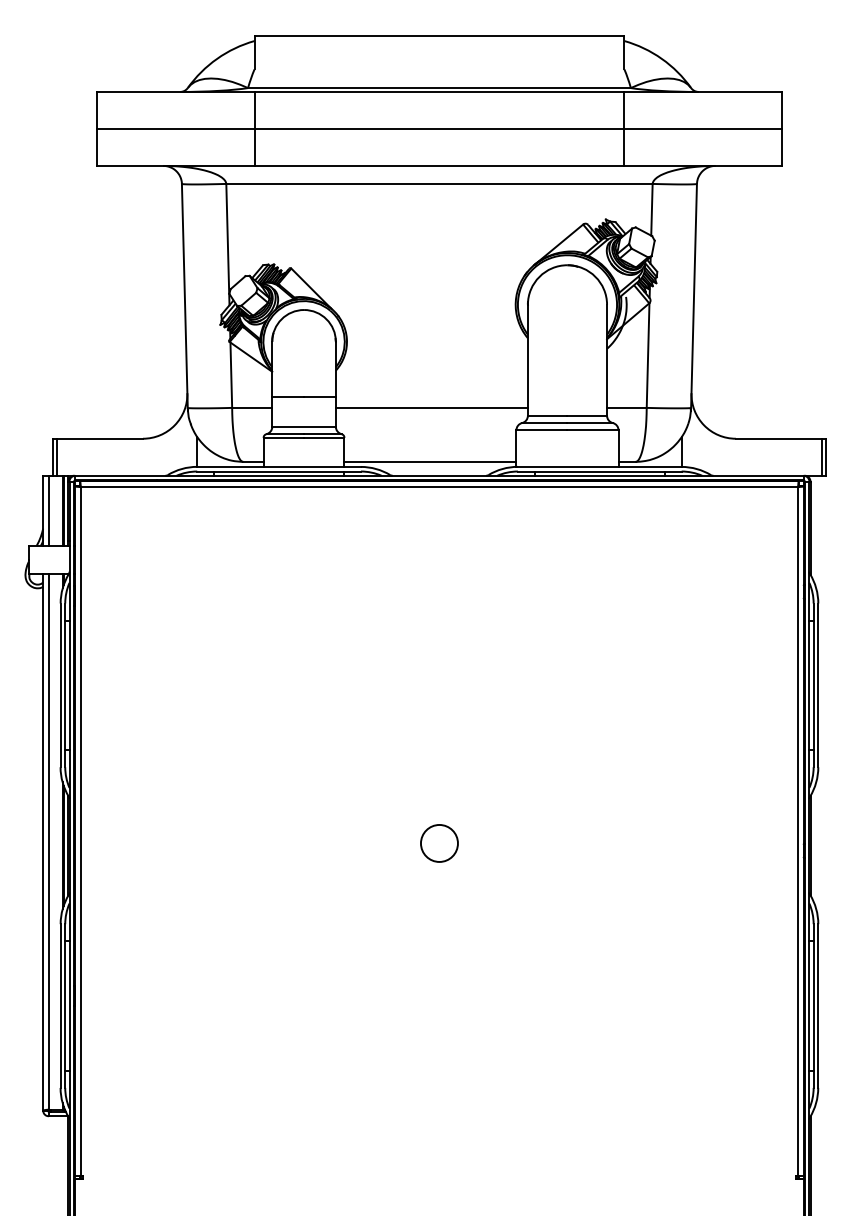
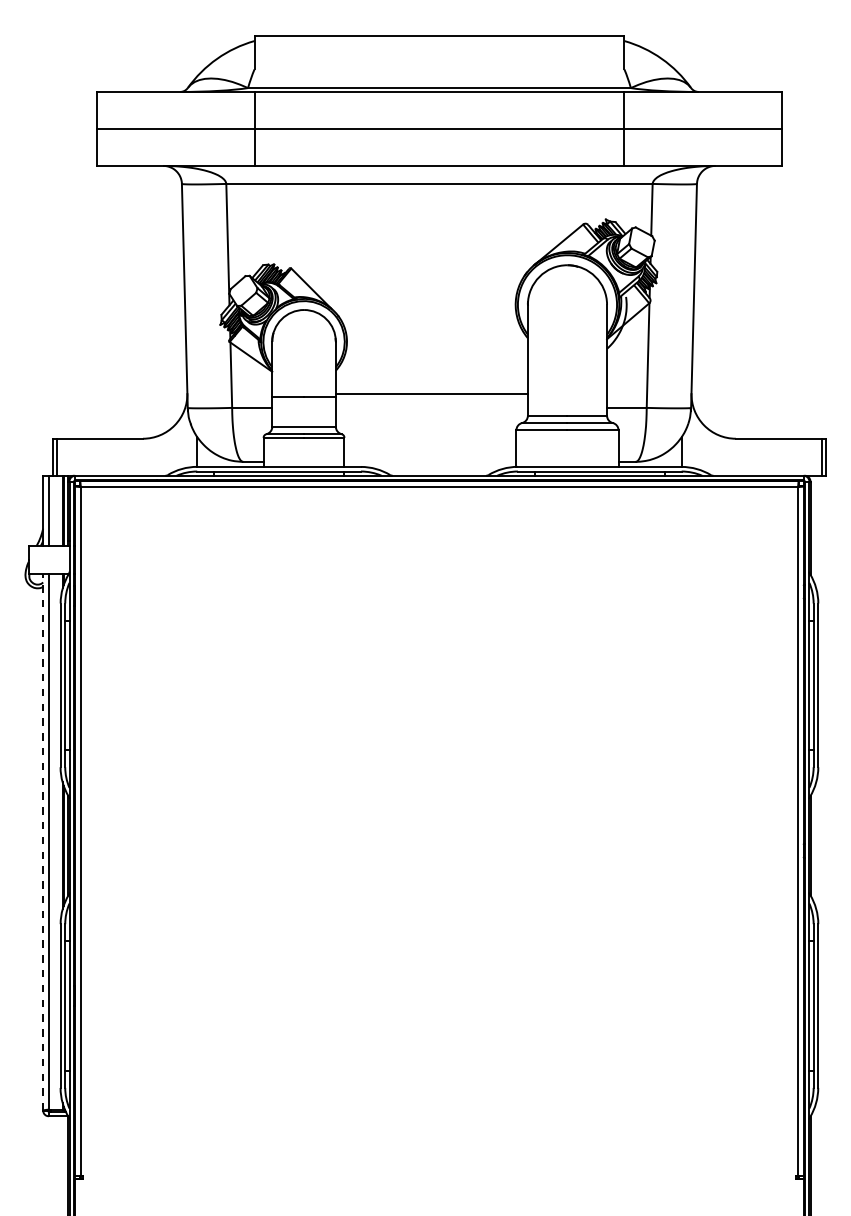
line at (431, 407) position: (431, 407) -> (431, 393)
line at (430, 461): present -> none
line at (43, 841): solid -> dashed
circle at (439, 843): present -> none
